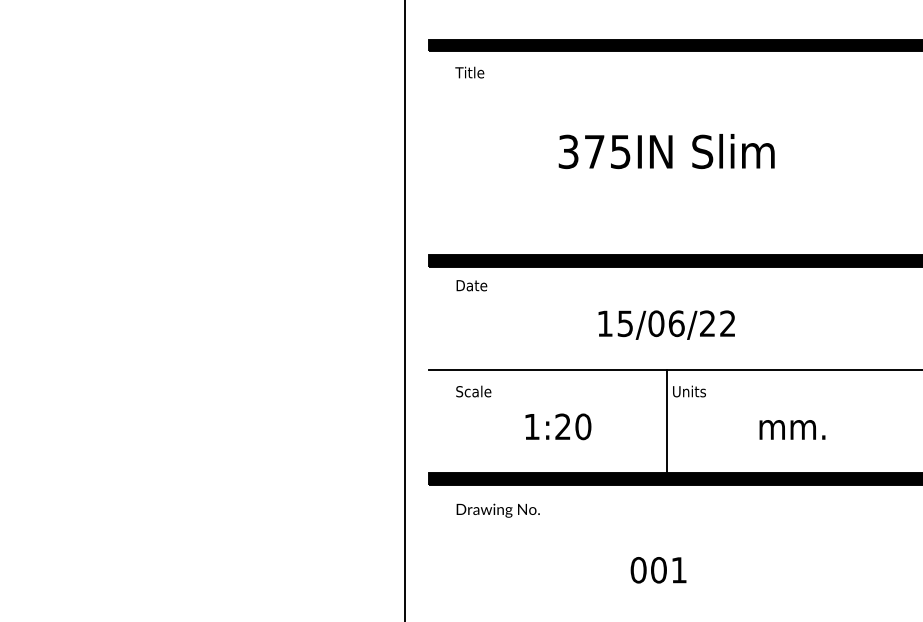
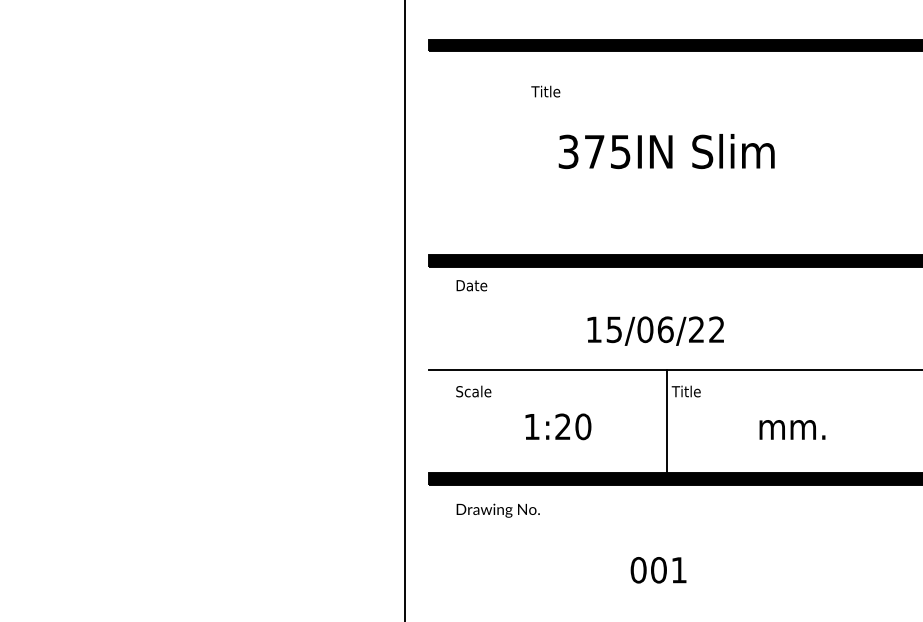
text at (469, 72) position: (469, 72) -> (545, 91)
text at (666, 324) position: (666, 324) -> (655, 330)
text at (688, 391): Units -> Title
